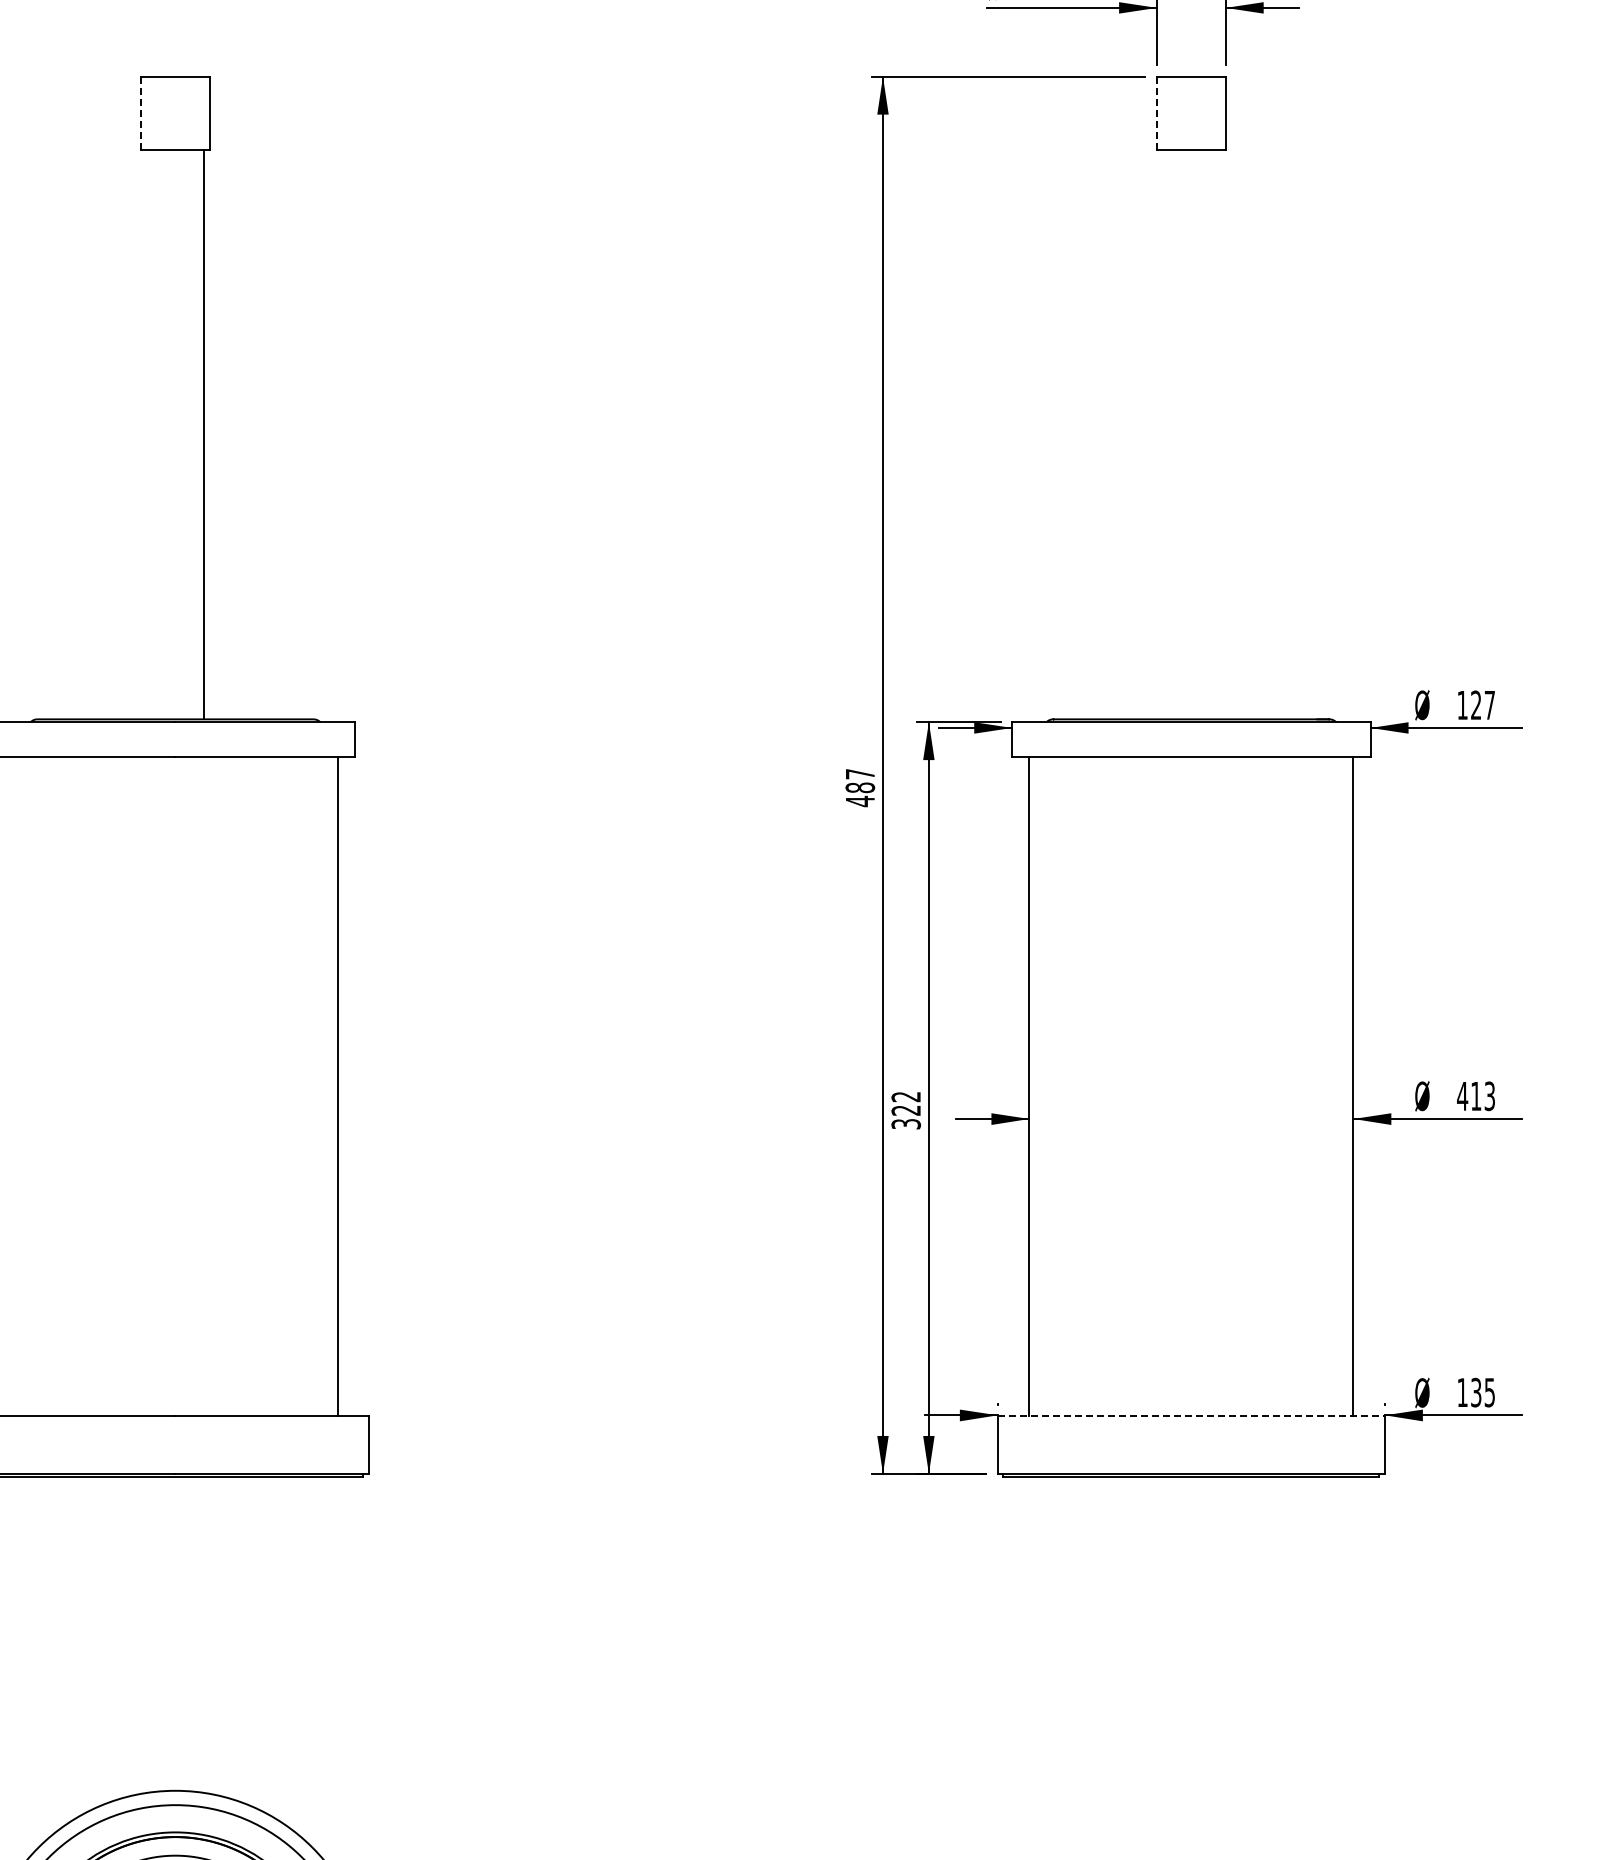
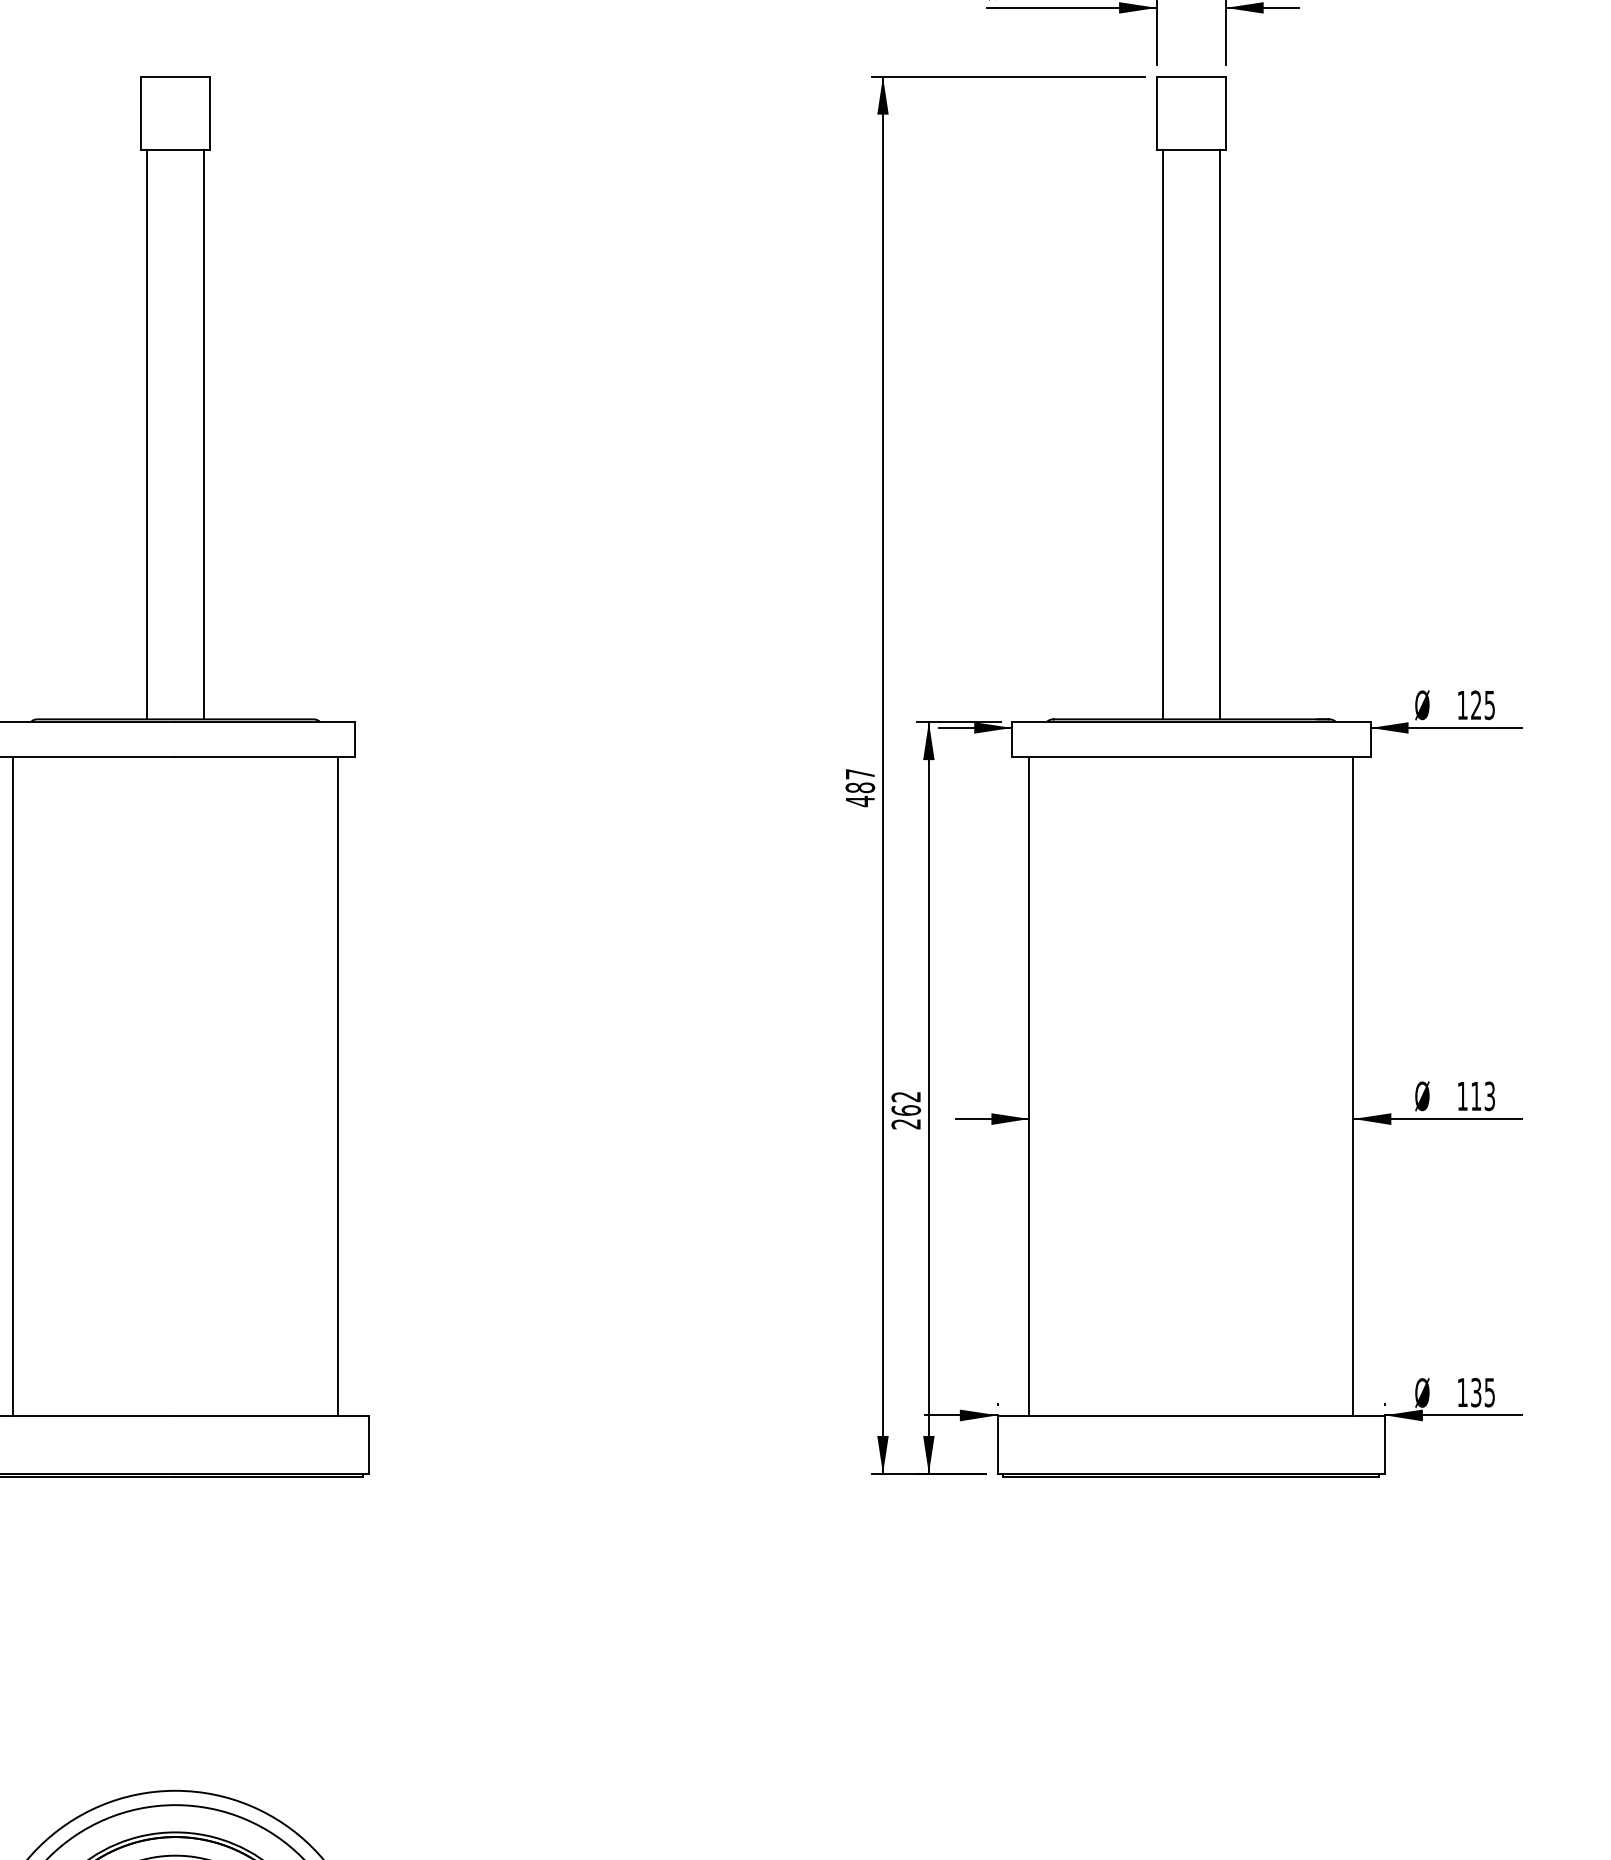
line at (141, 113): dashed -> solid
line at (1156, 113): dashed -> solid
line at (146, 434): none -> present
line at (1162, 434): none -> present
line at (1220, 434): none -> present
text at (1489, 705): 127 -> 125
line at (13, 1086): none -> present
text at (1462, 1096): 413 -> 113
text at (906, 1117): 322 -> 262
line at (1191, 1416): dashed -> solid
